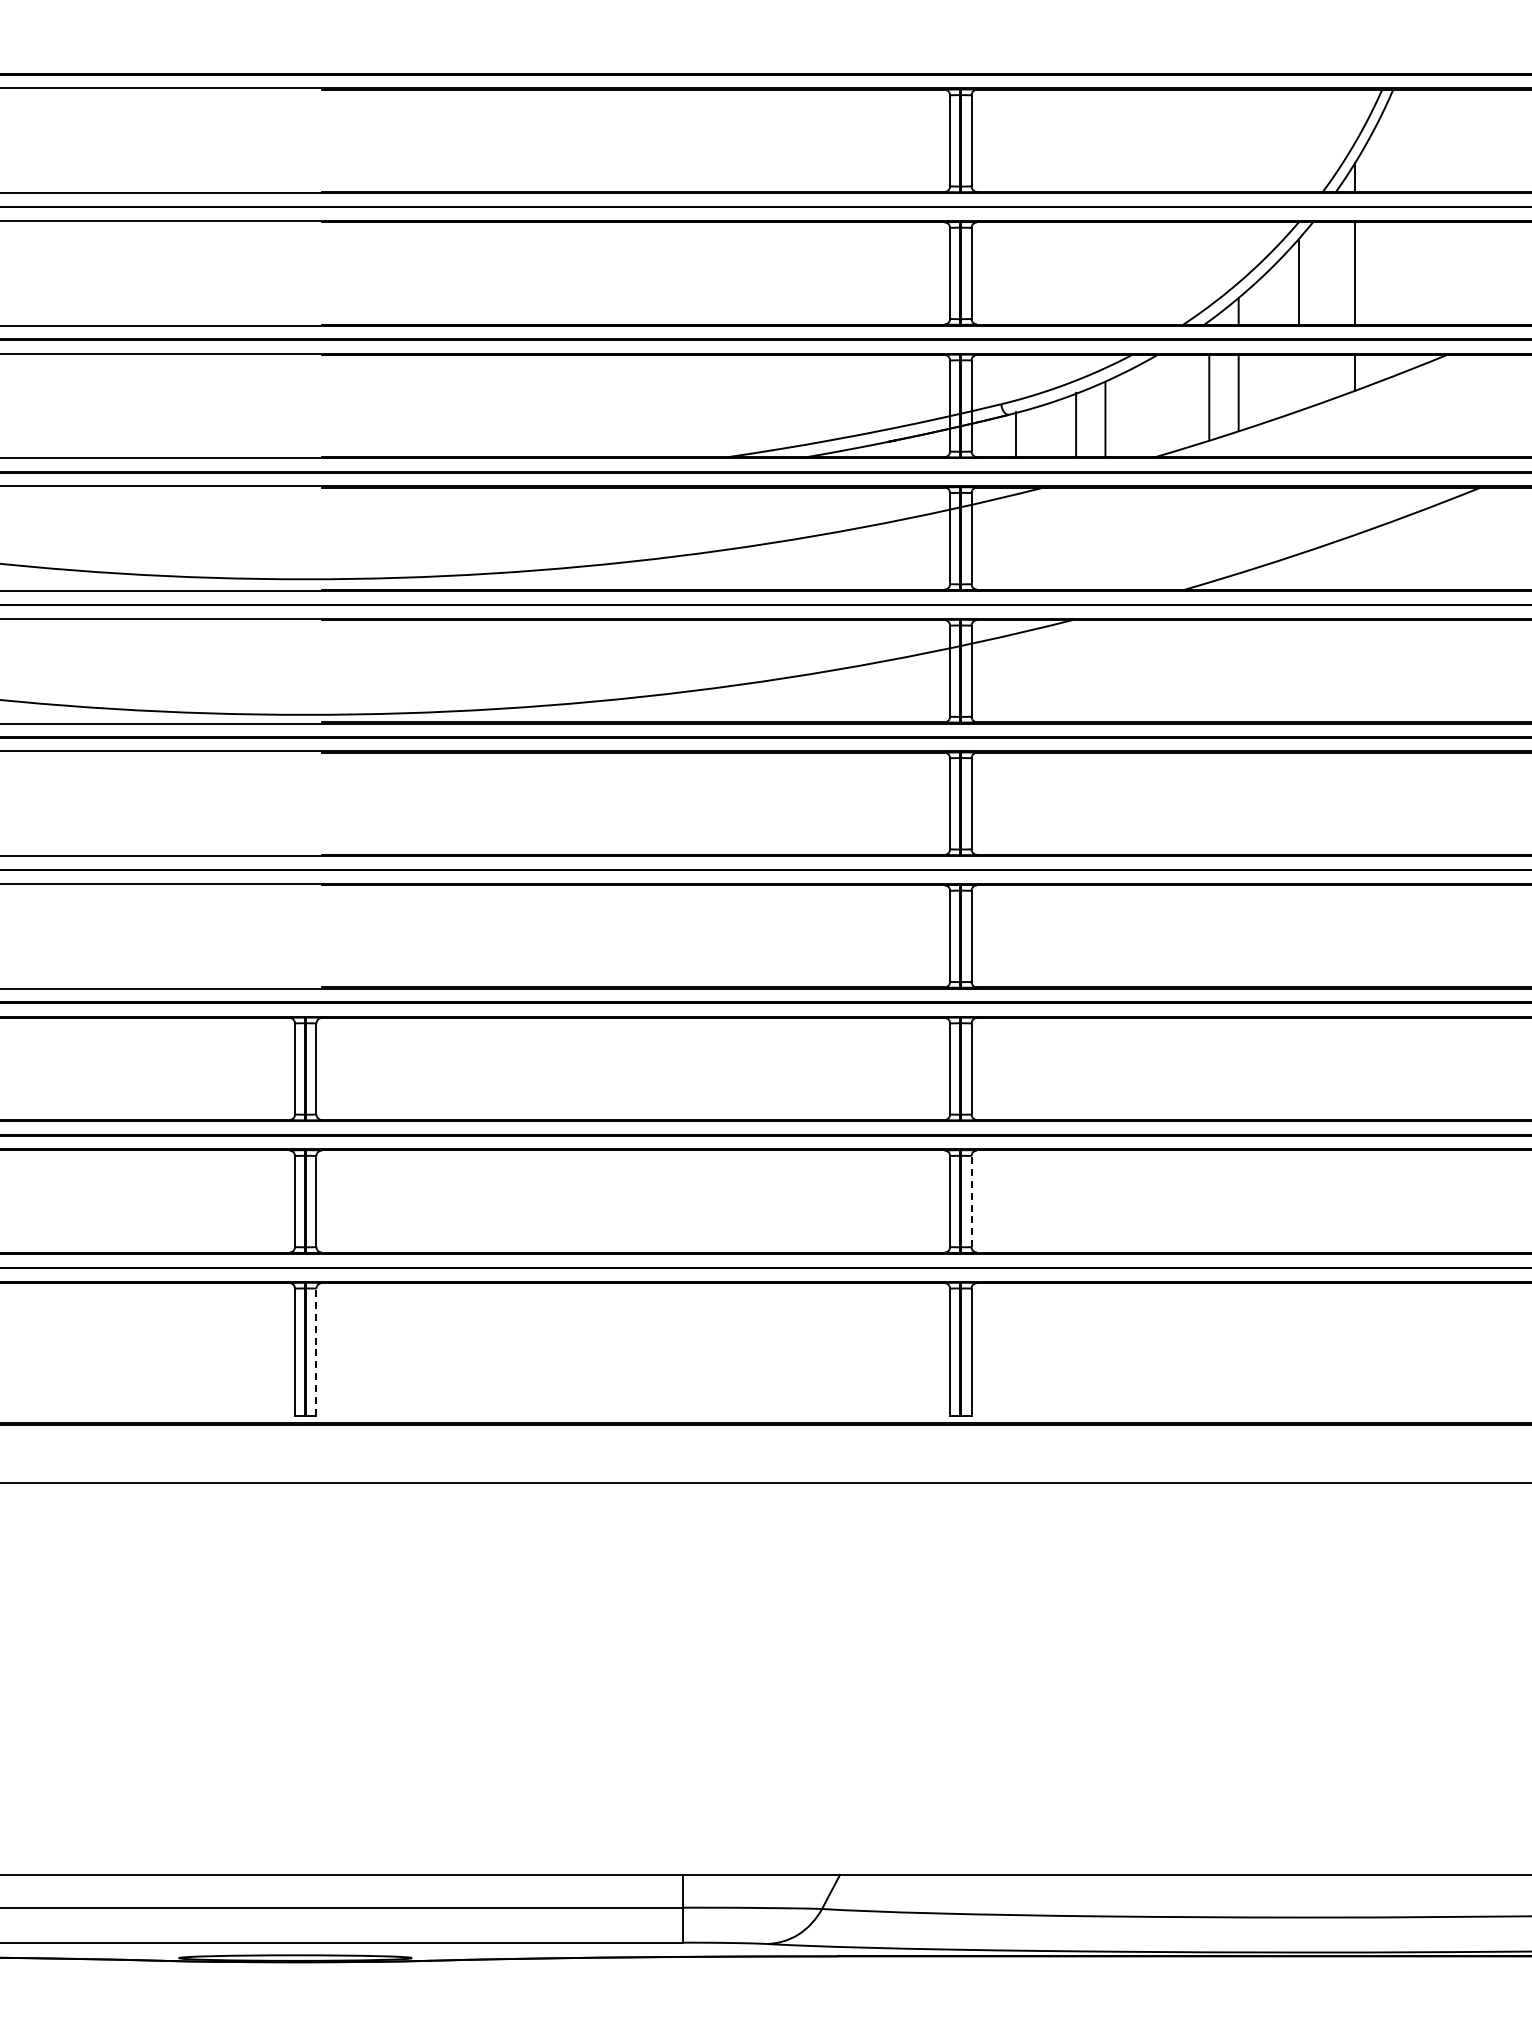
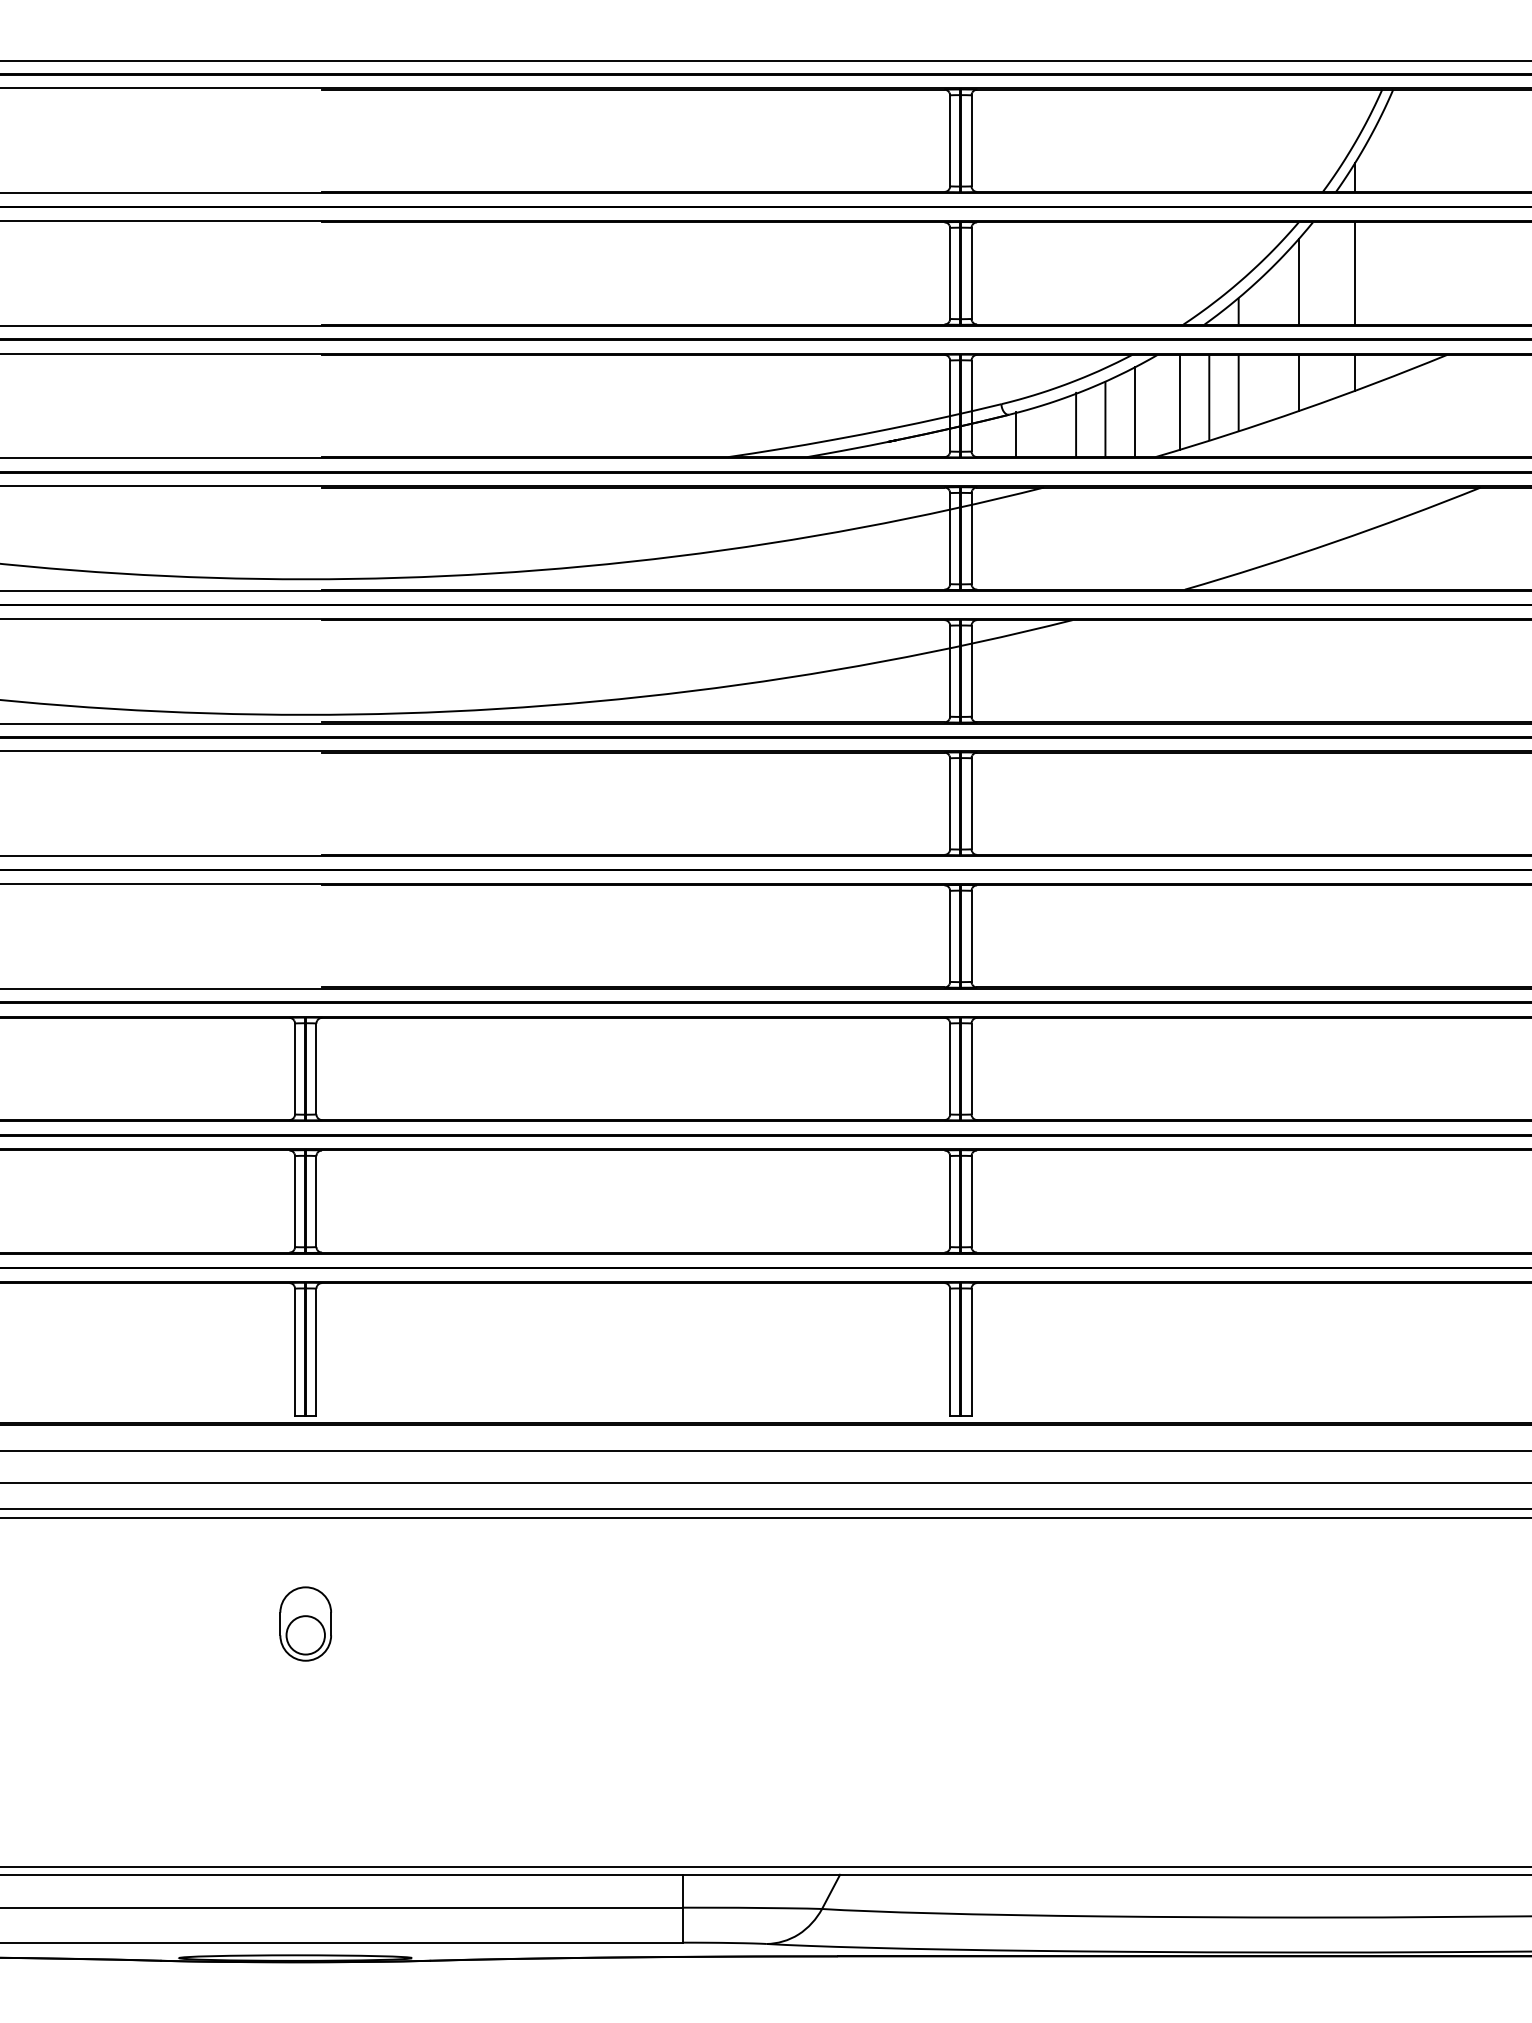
line at (765, 60): none -> present
line at (1298, 382): none -> present
line at (1179, 401): none -> present
line at (1134, 411): none -> present
line at (971, 1201): dashed -> solid
line at (316, 1351): dashed -> solid
line at (765, 1450): none -> present
line at (765, 1508): none -> present
line at (765, 1517): none -> present
part at (305, 1623): none -> present
line at (765, 1866): none -> present
